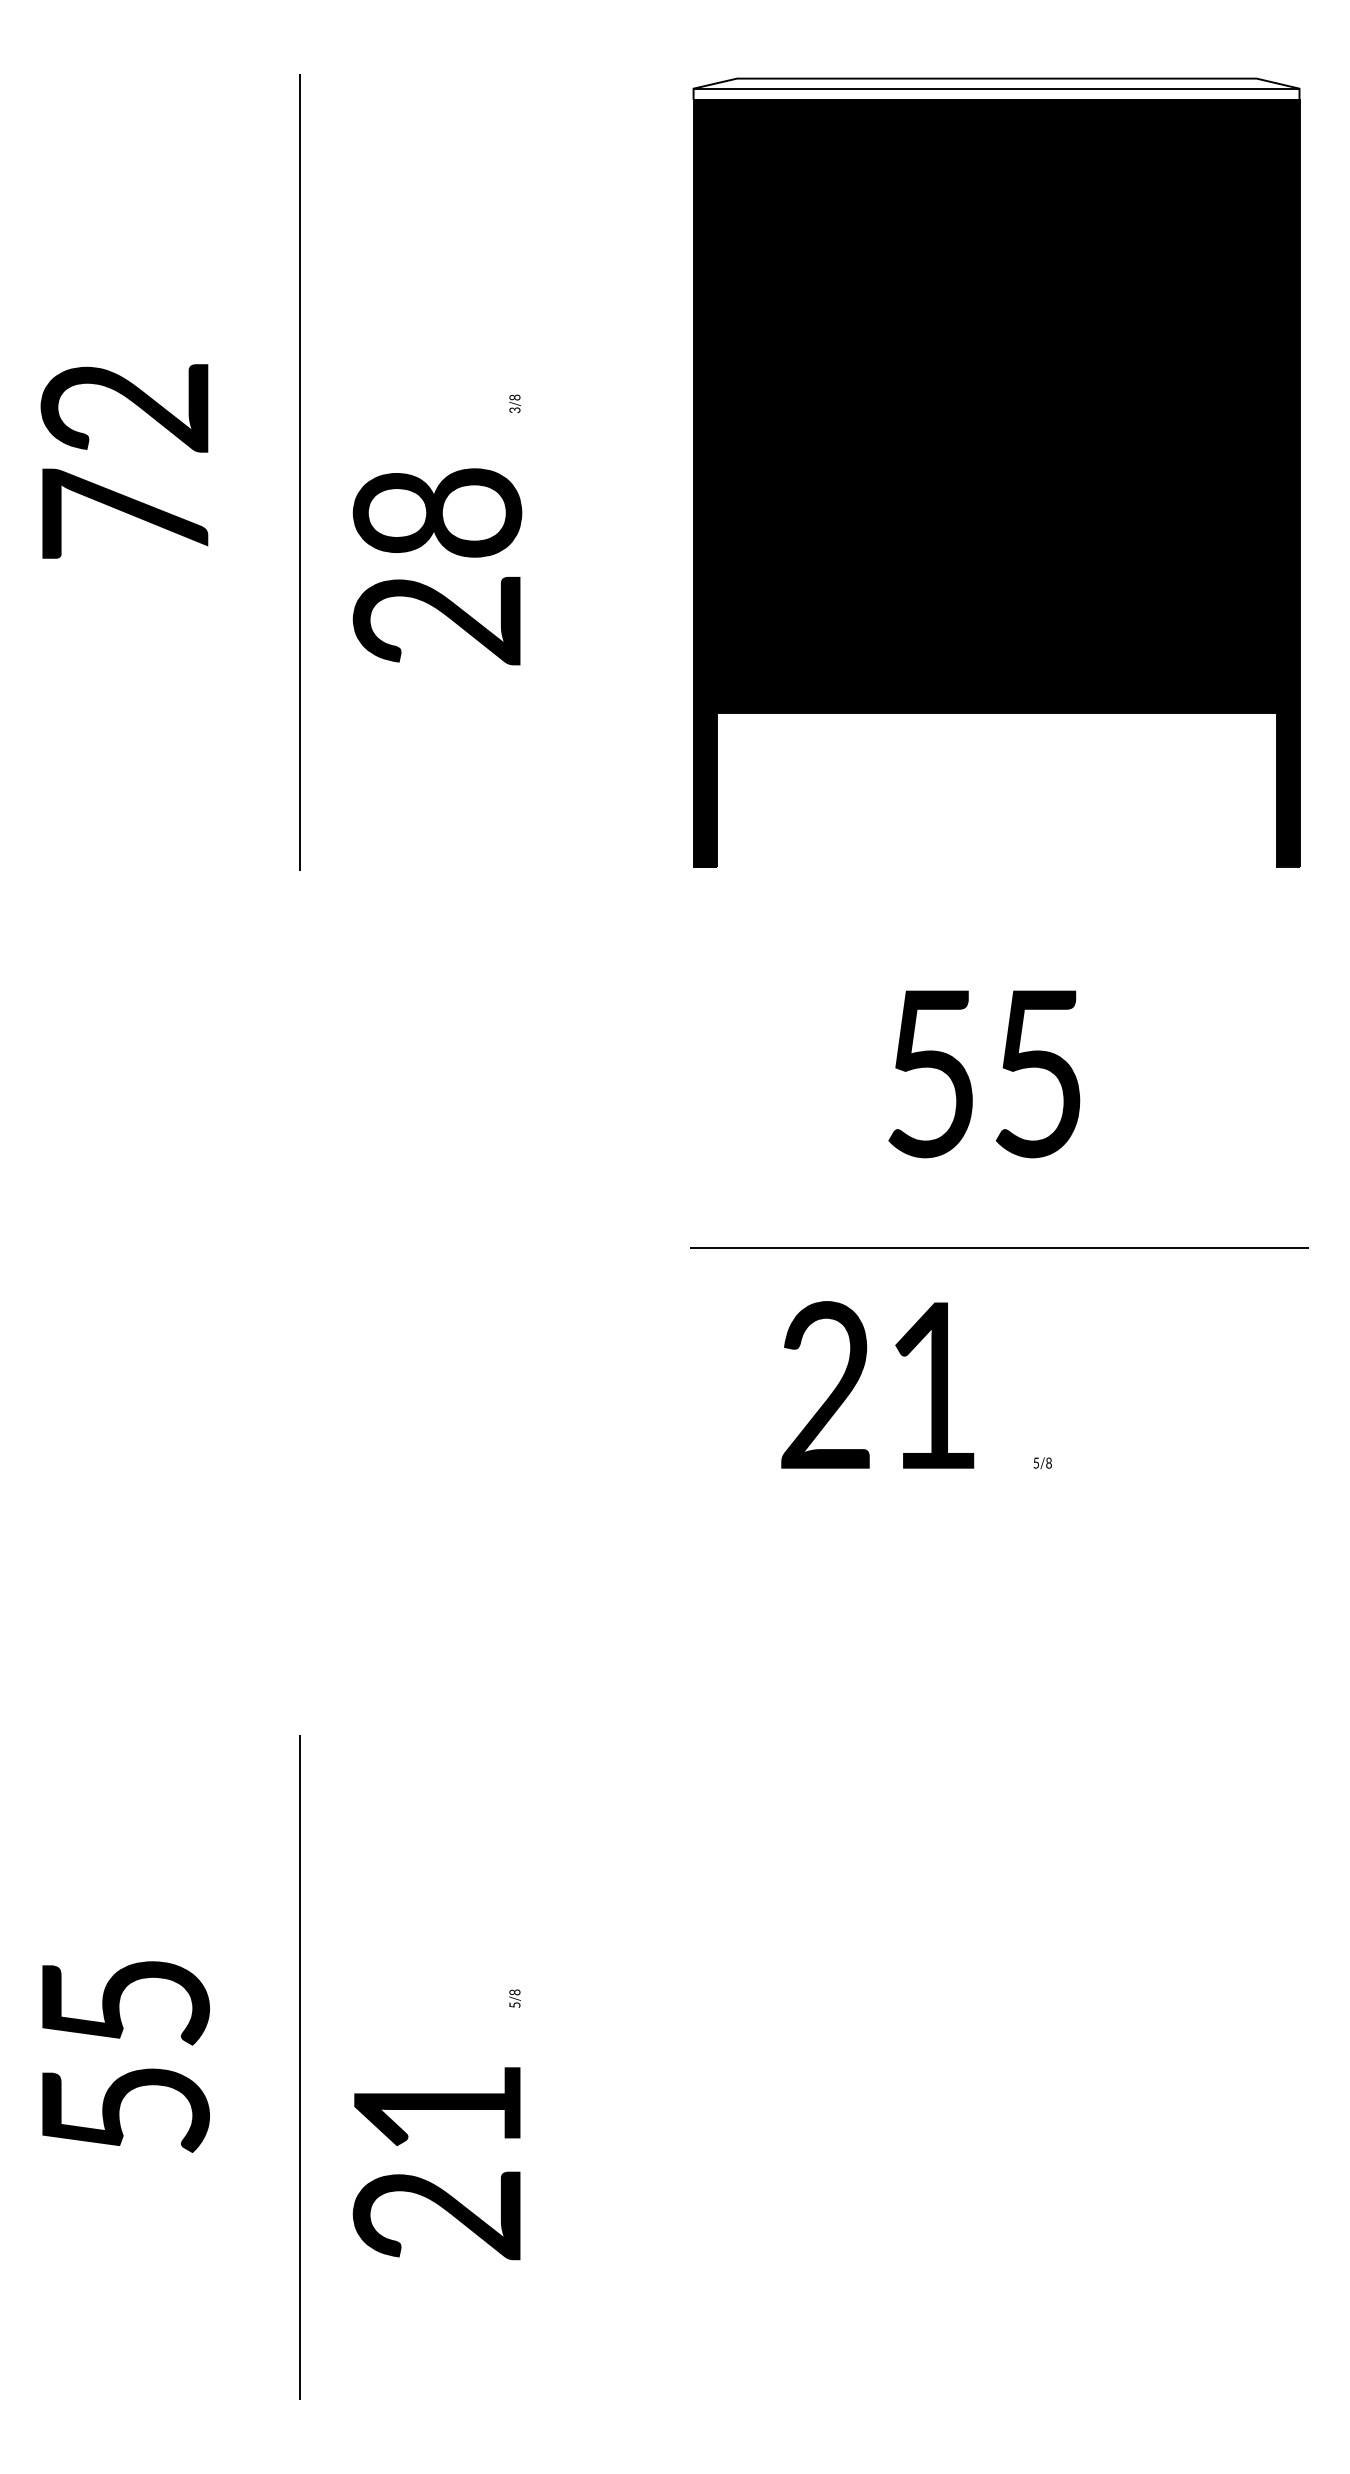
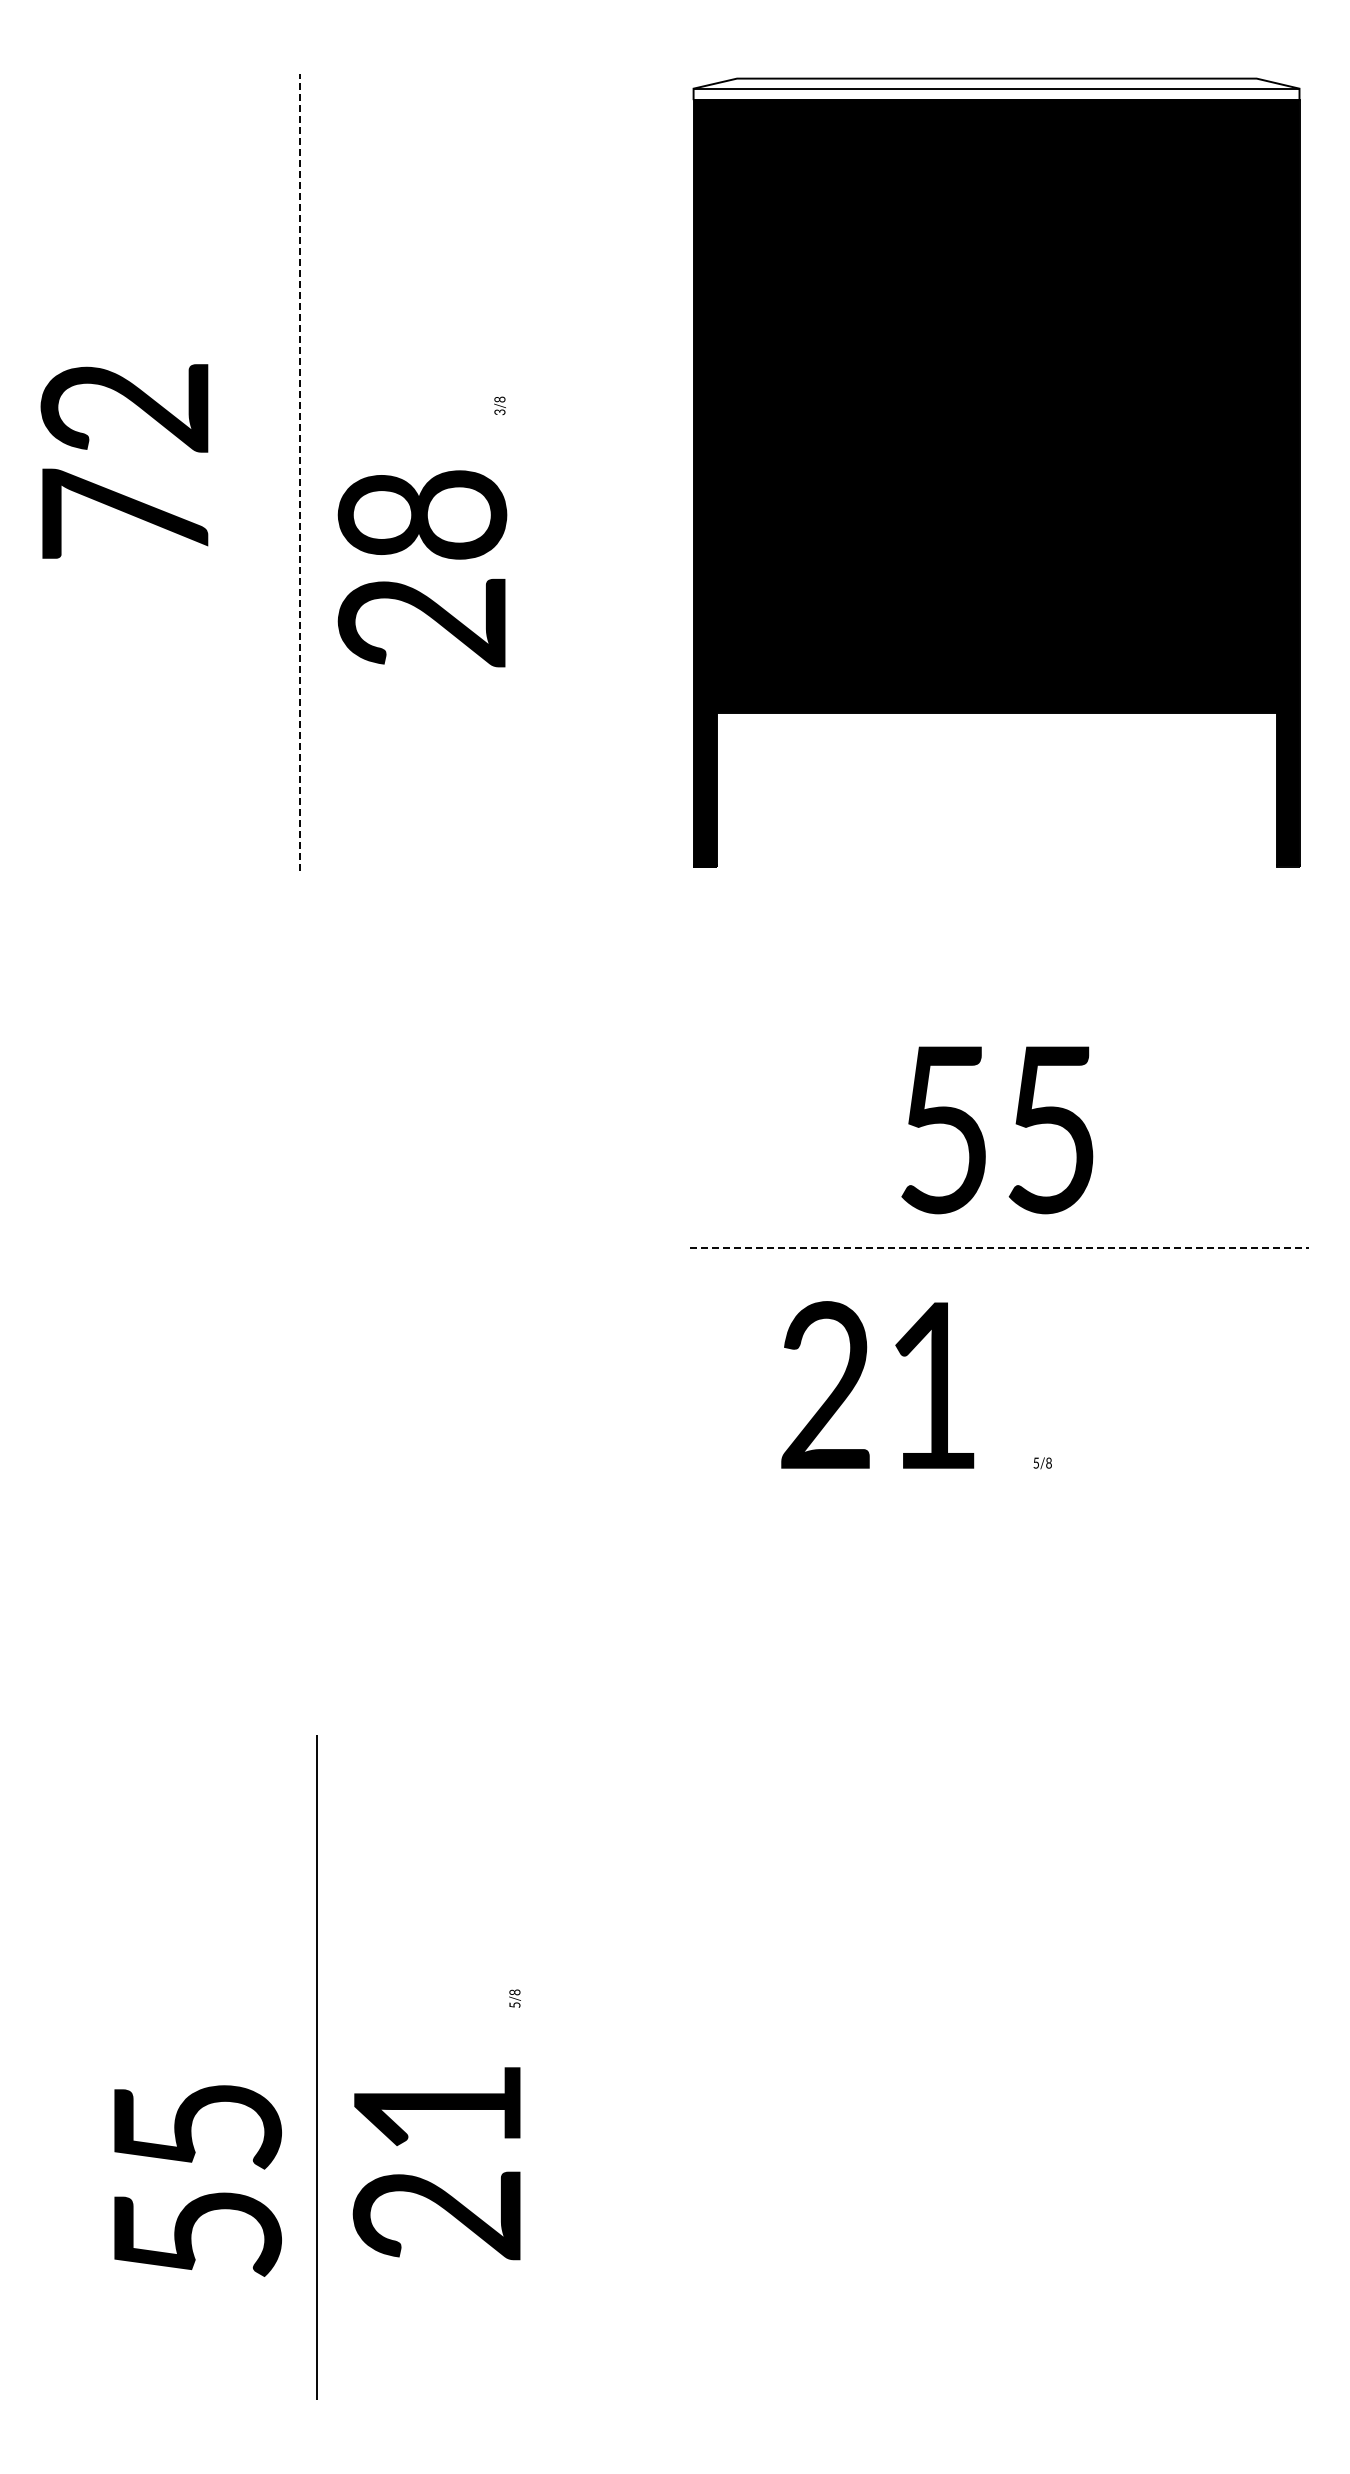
line at (299, 472): solid -> dashed
text at (437, 529) position: (437, 529) -> (422, 531)
text at (984, 1074) position: (984, 1074) -> (997, 1130)
line at (999, 1248): solid -> dashed
text at (125, 2056) position: (125, 2056) -> (197, 2180)
line at (299, 2067) position: (299, 2067) -> (316, 2067)
